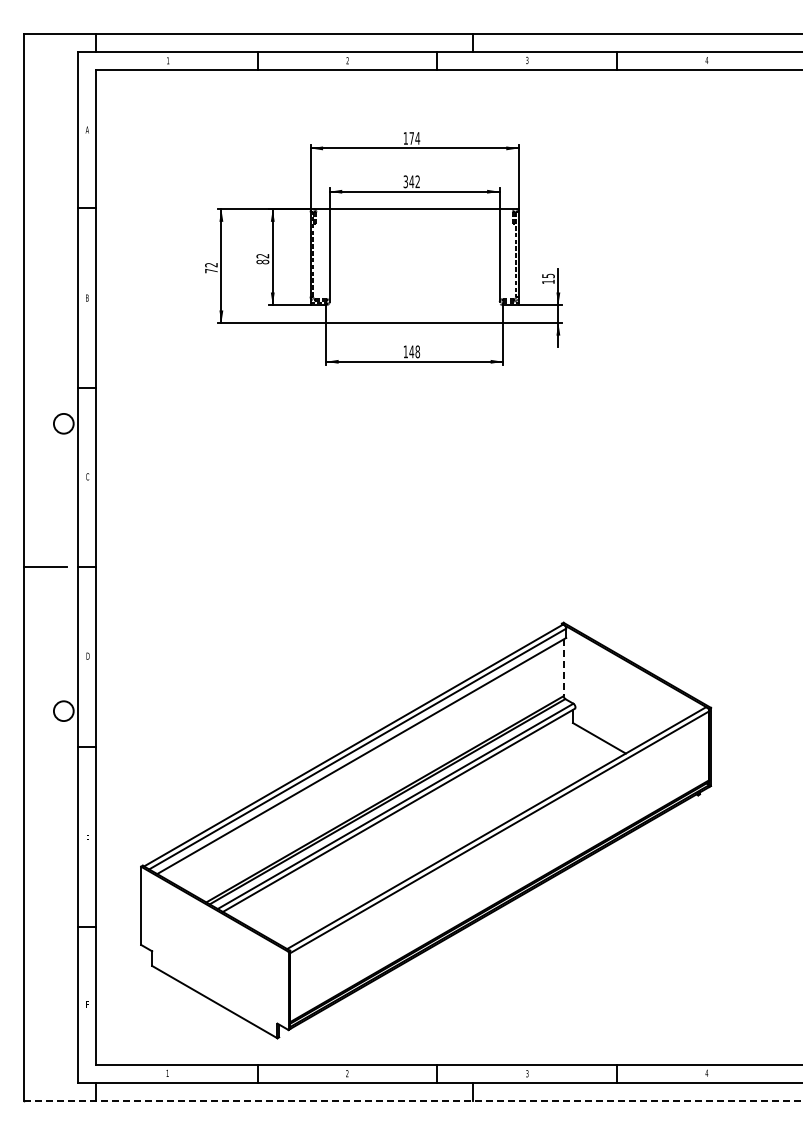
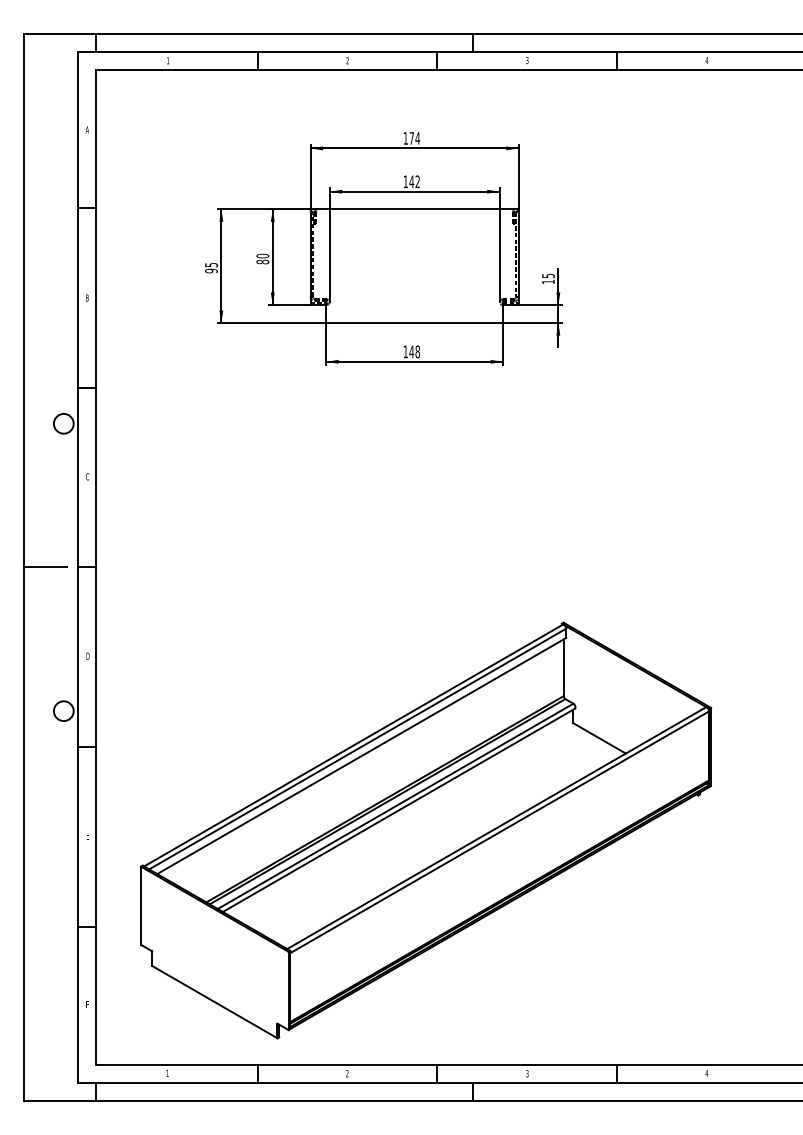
text at (405, 181): 342 -> 142
text at (262, 255): 82 -> 80
text at (211, 268): 72 -> 95
line at (563, 668): dashed -> solid
line at (413, 1100): dashed -> solid
